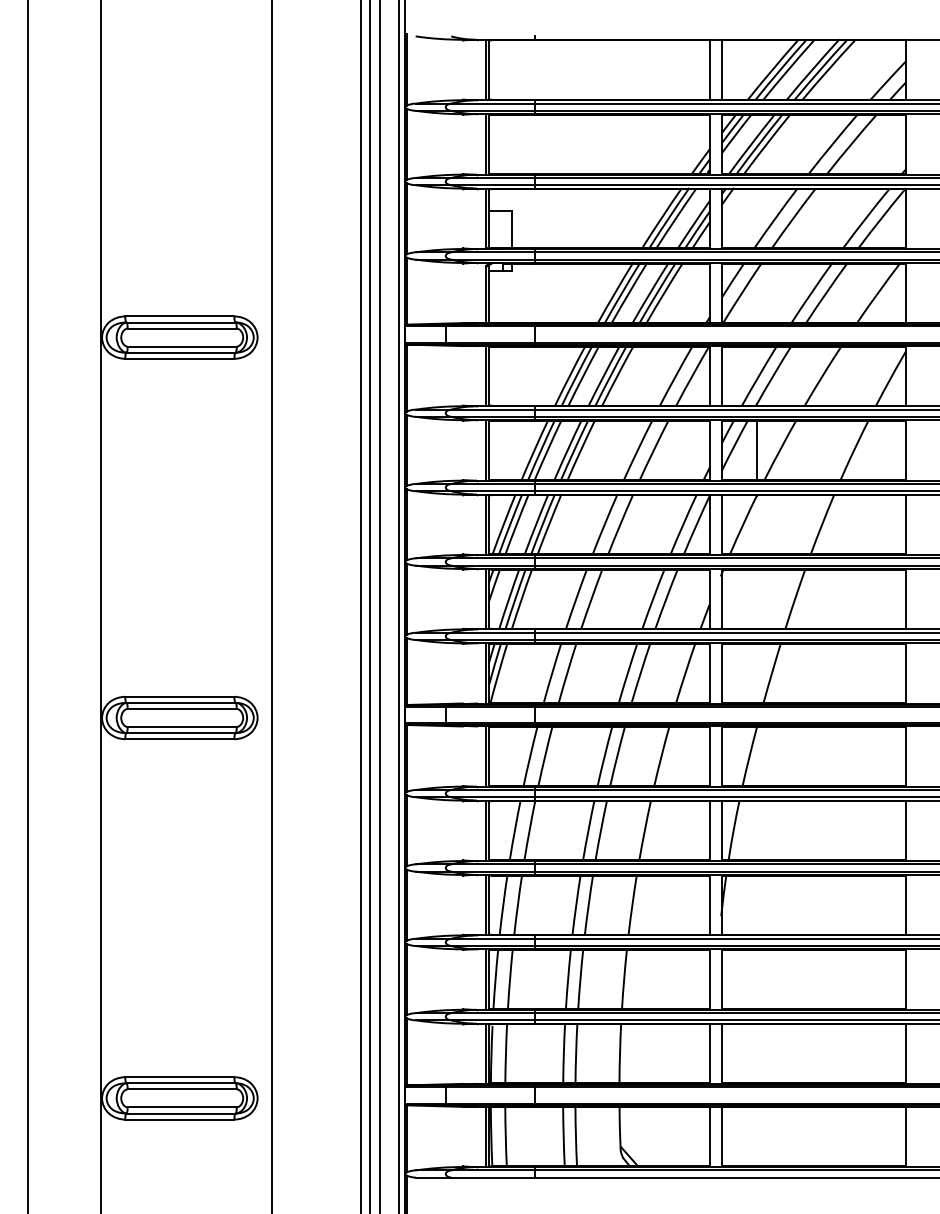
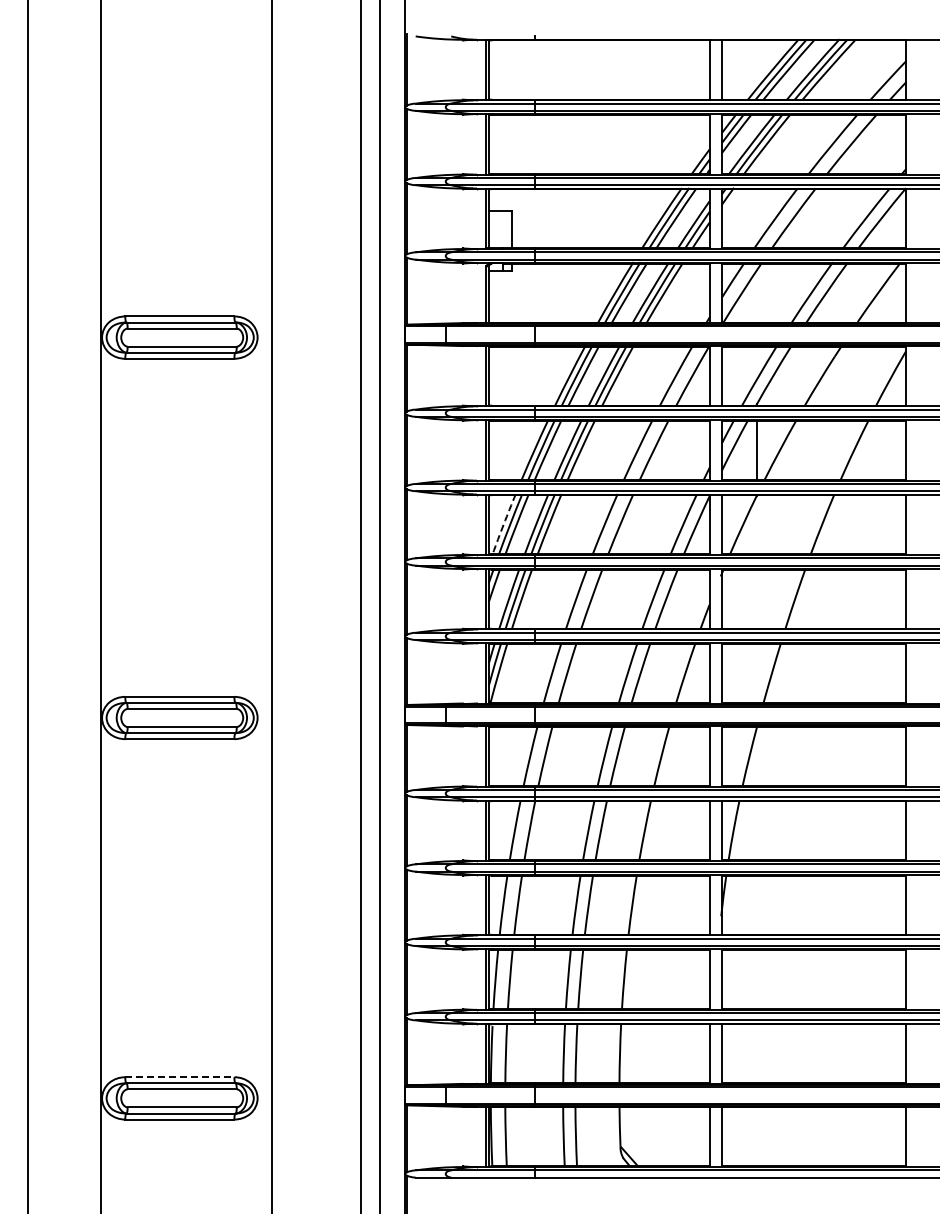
arc at (503, 524): solid -> dashed
line at (370, 606): present -> none
line at (399, 606): present -> none
line at (179, 1077): solid -> dashed
